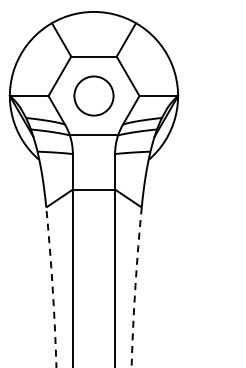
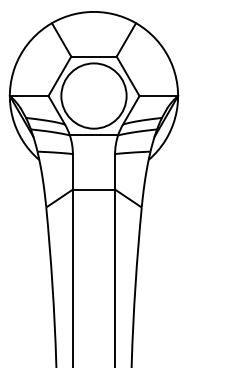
circle at (93, 95) diameter: 39 px -> 65 px
arc at (52, 287): dashed -> solid
arc at (135, 287): dashed -> solid
